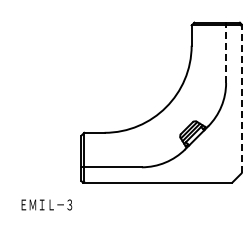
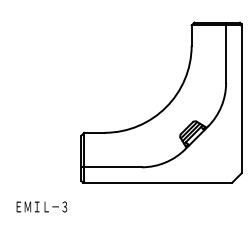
line at (226, 54): dashed -> solid
line at (241, 98): dashed -> solid
text at (46, 204) position: (46, 204) -> (41, 206)
